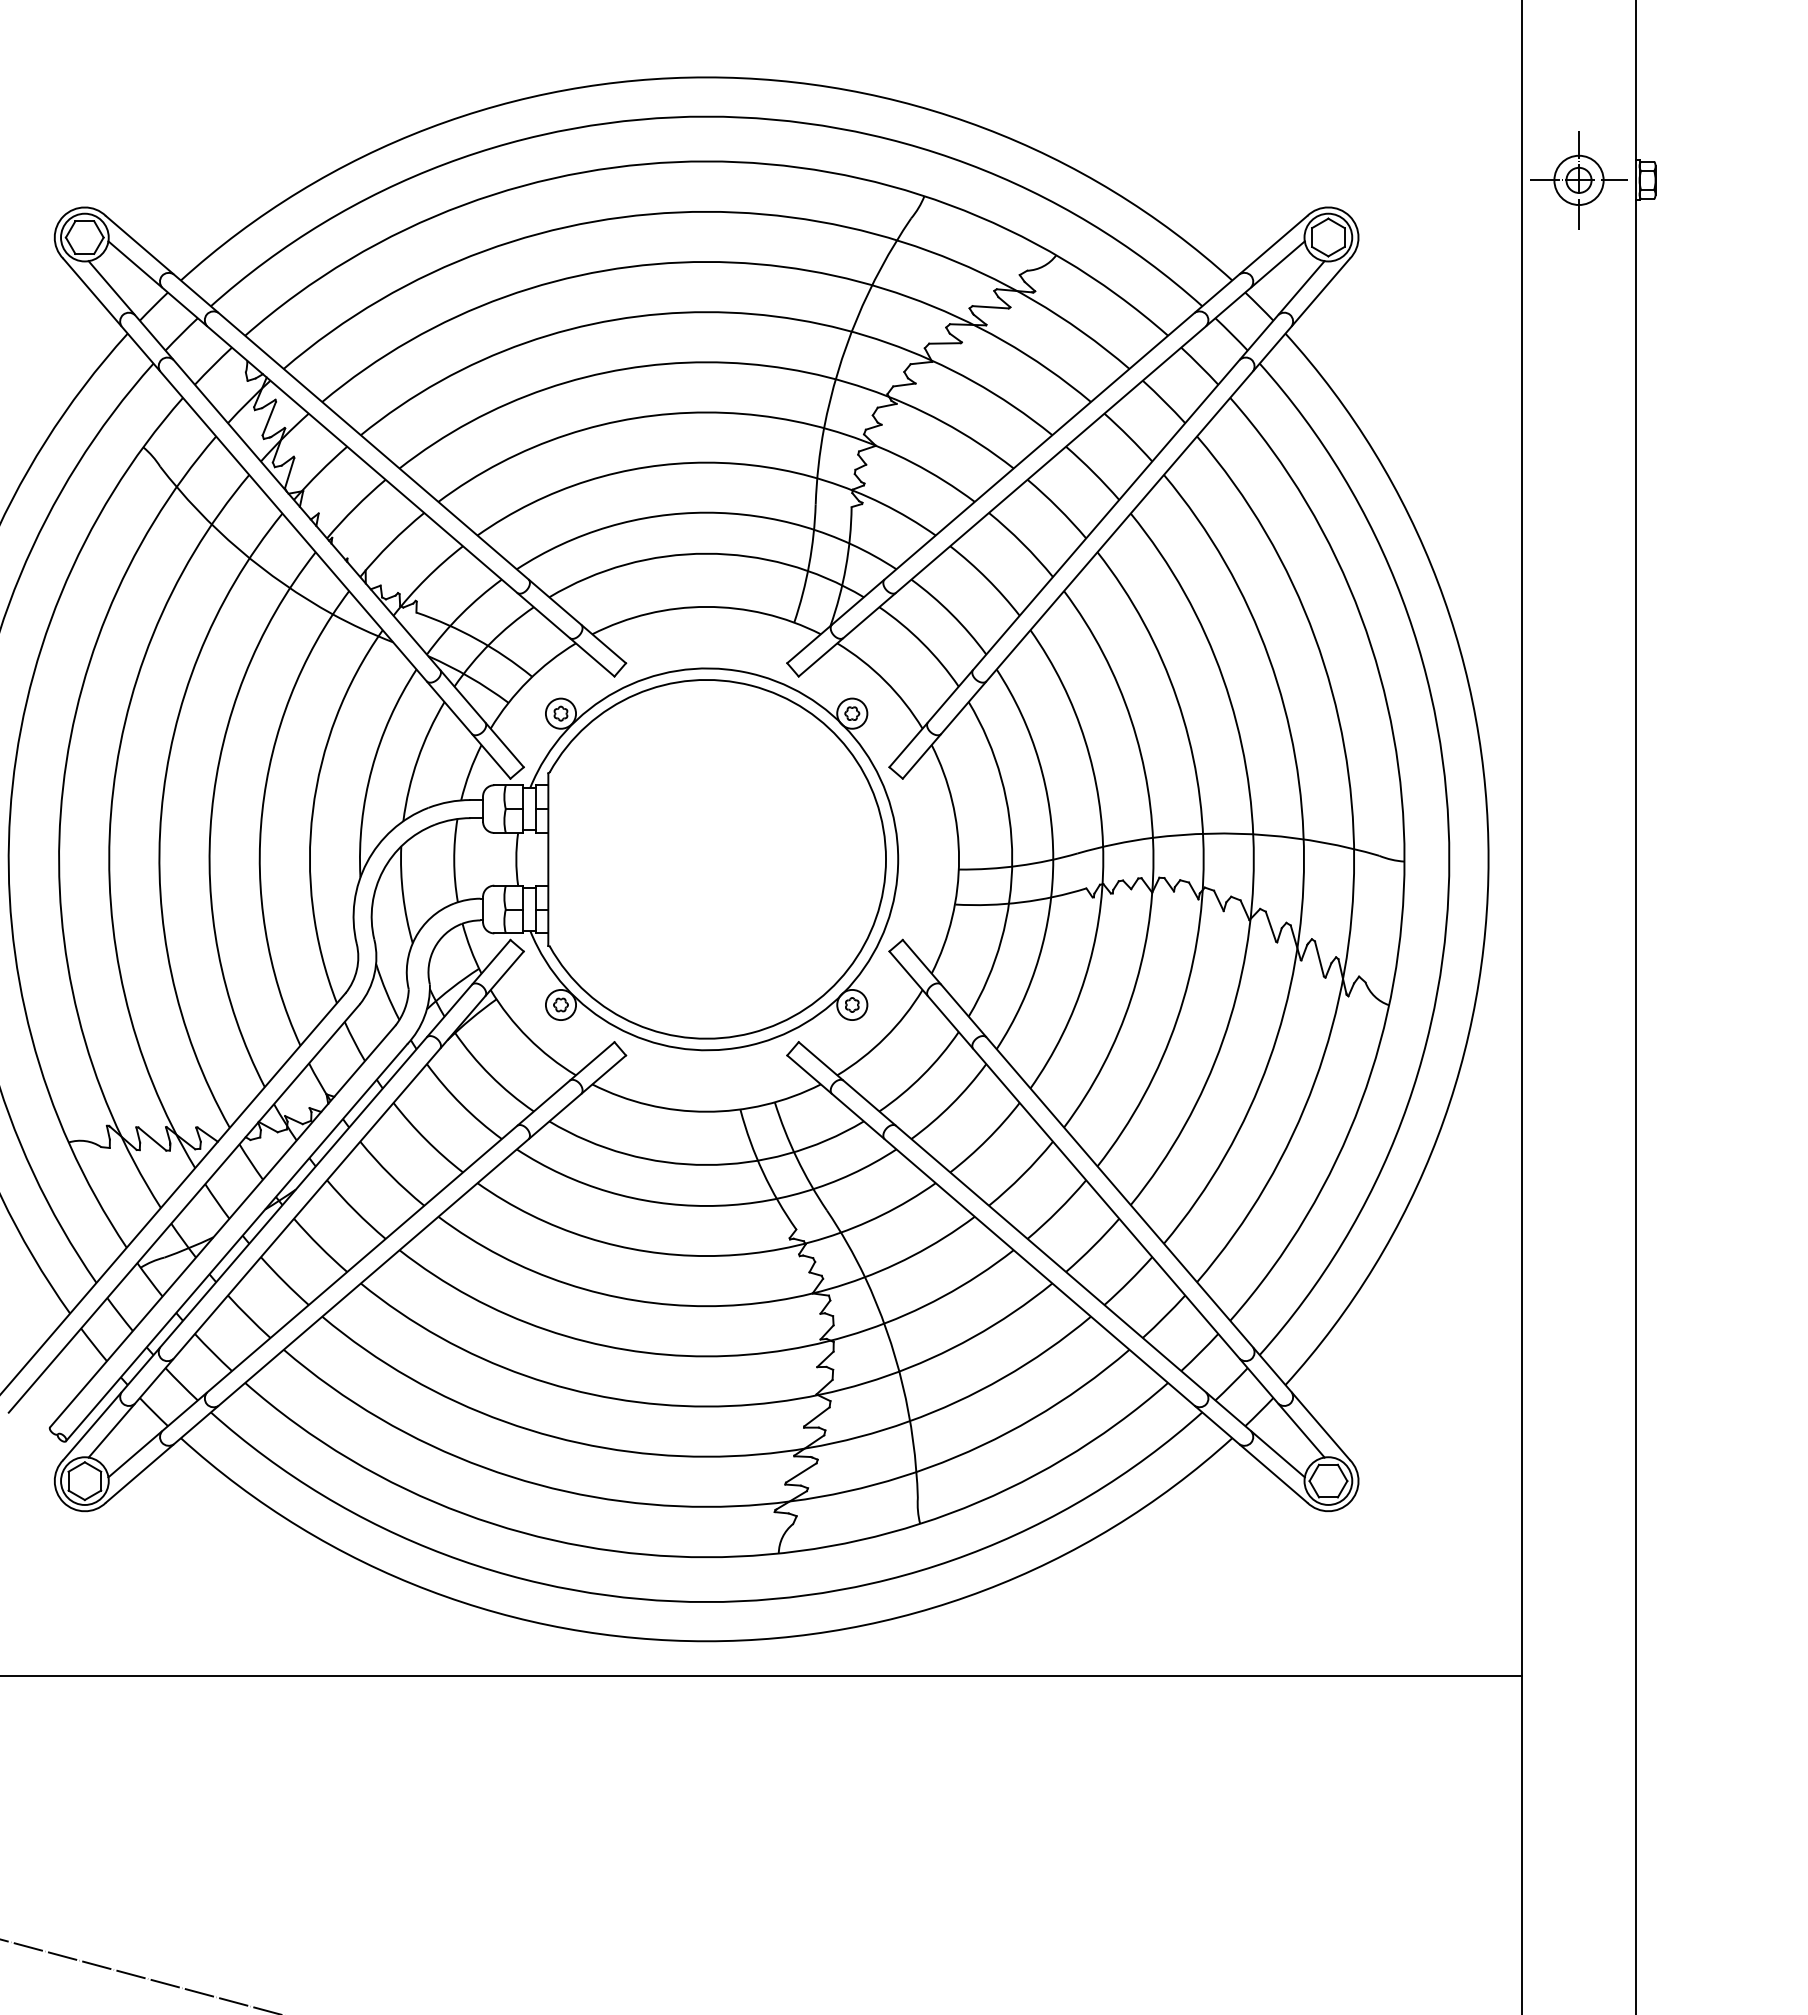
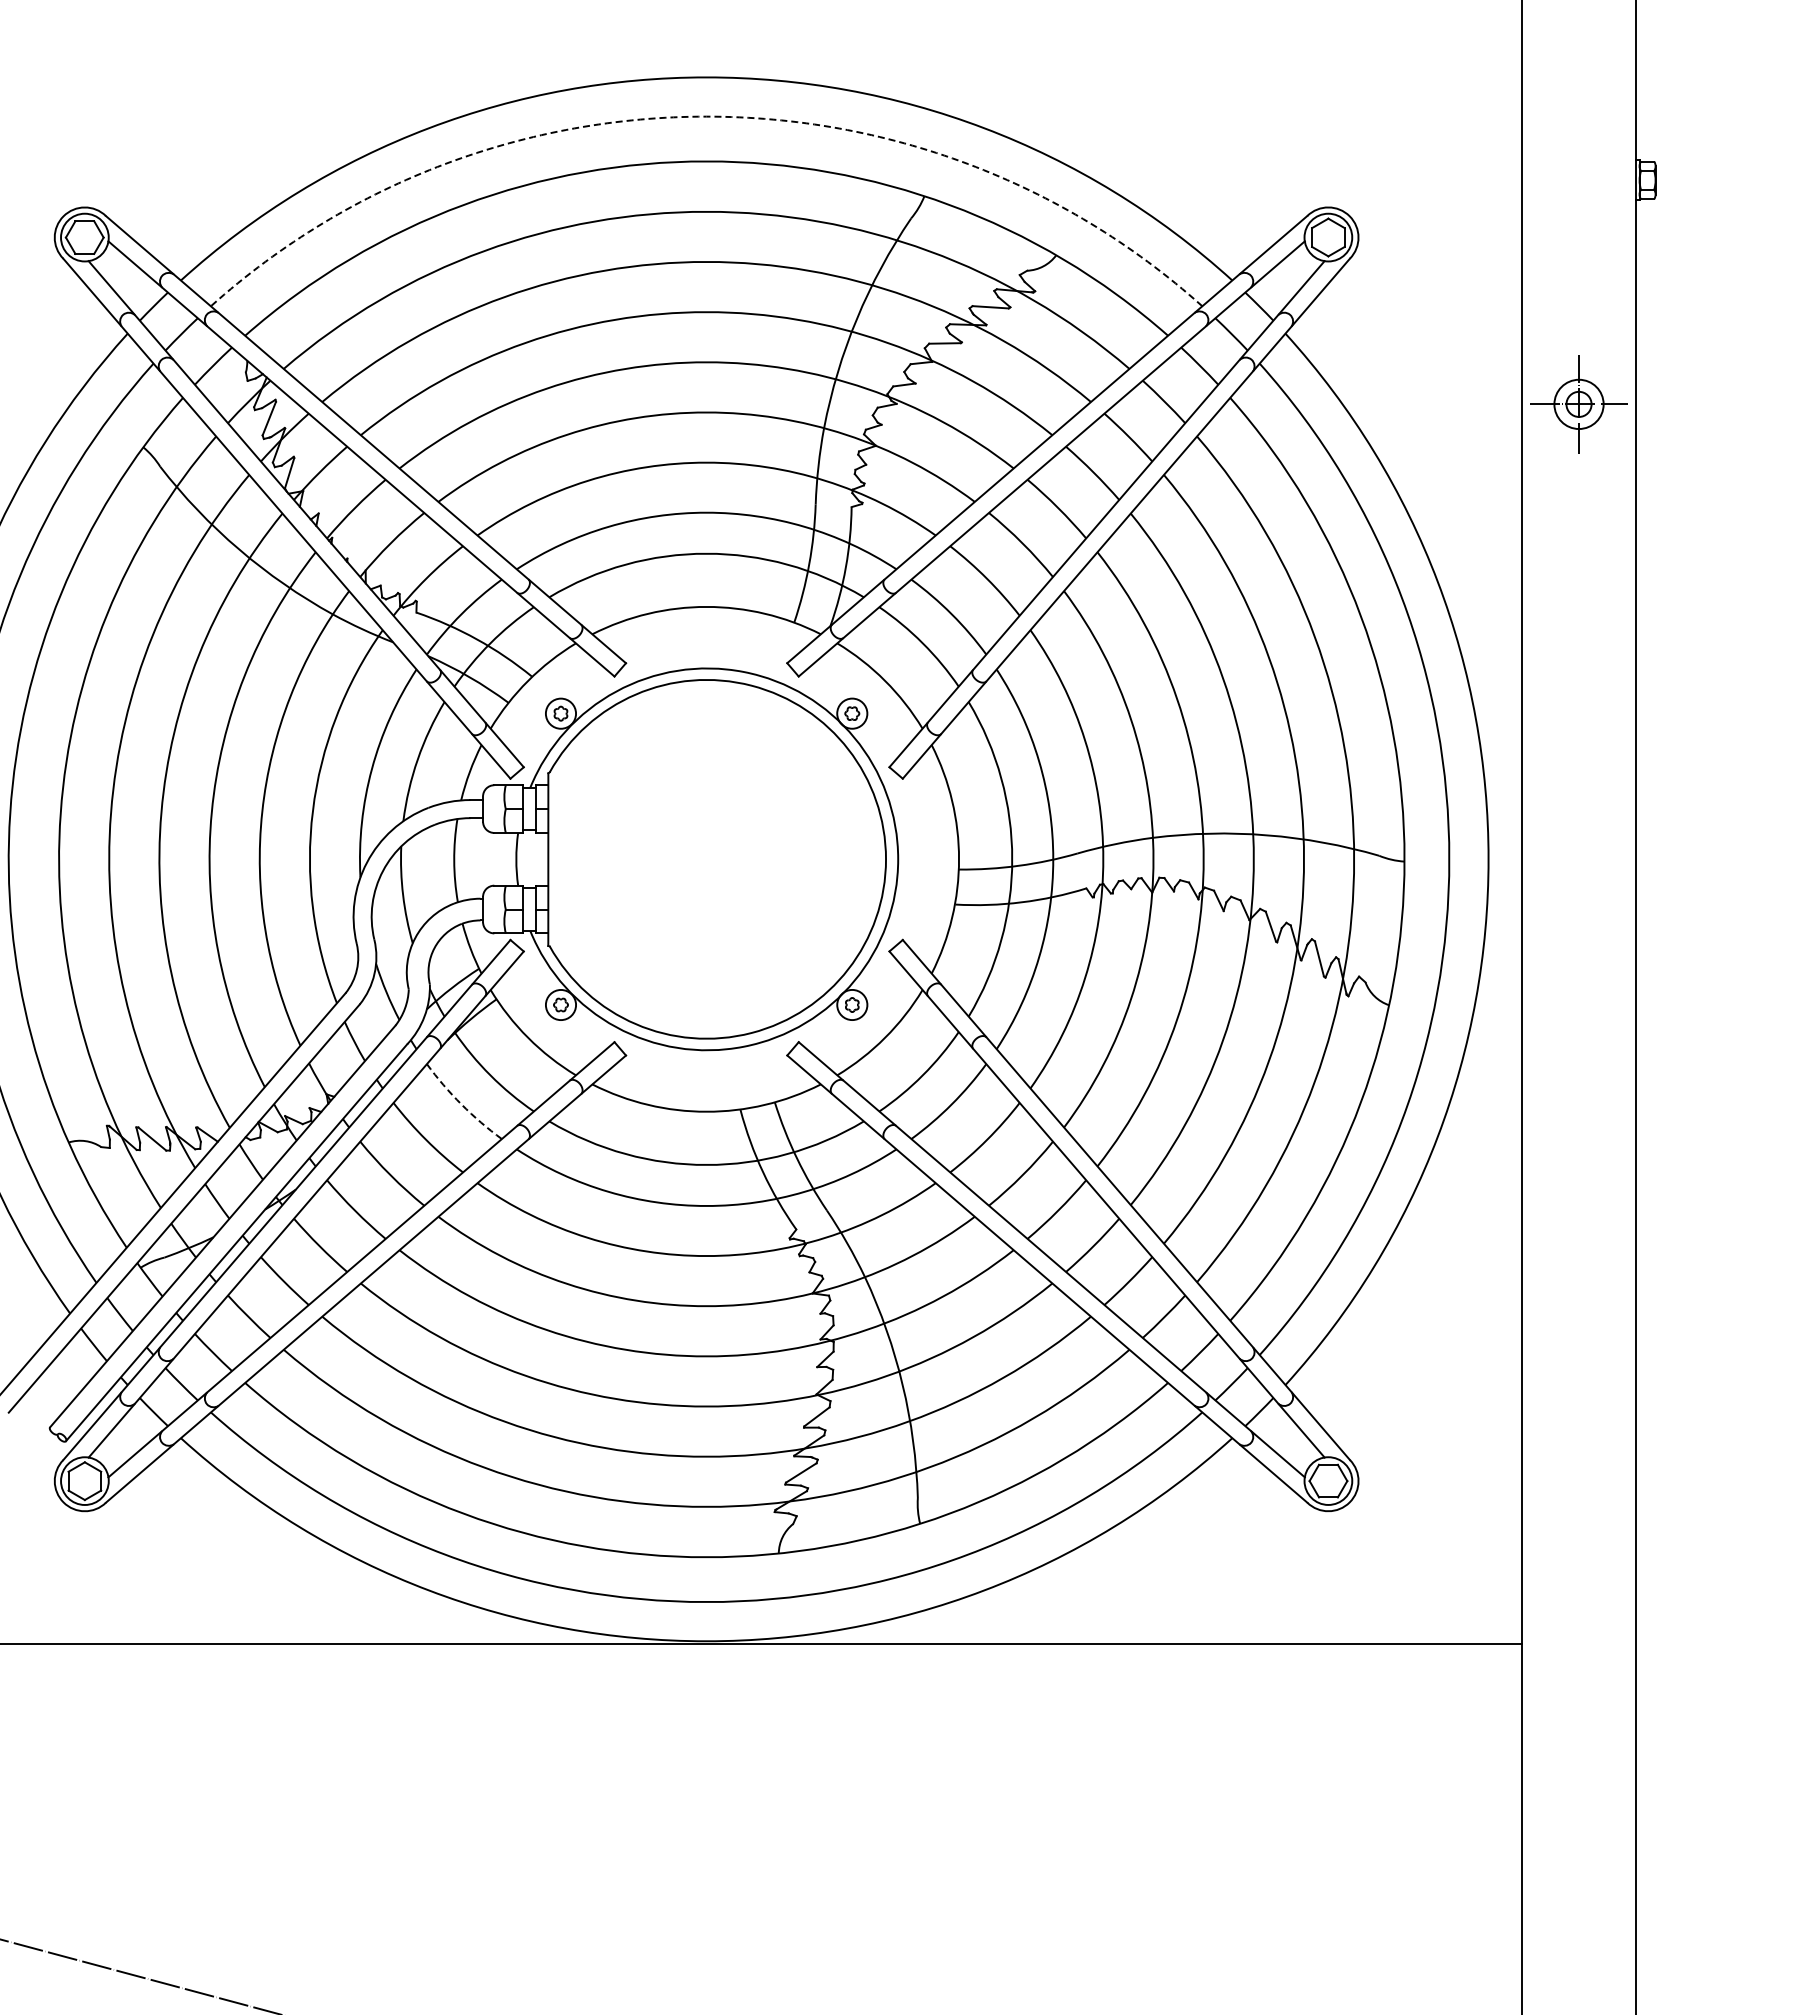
arc at (706, 116): solid -> dashed
part at (1578, 180) position: (1578, 180) -> (1578, 404)
arc at (461, 1104): solid -> dashed
line at (761, 1676) position: (761, 1676) -> (761, 1644)
